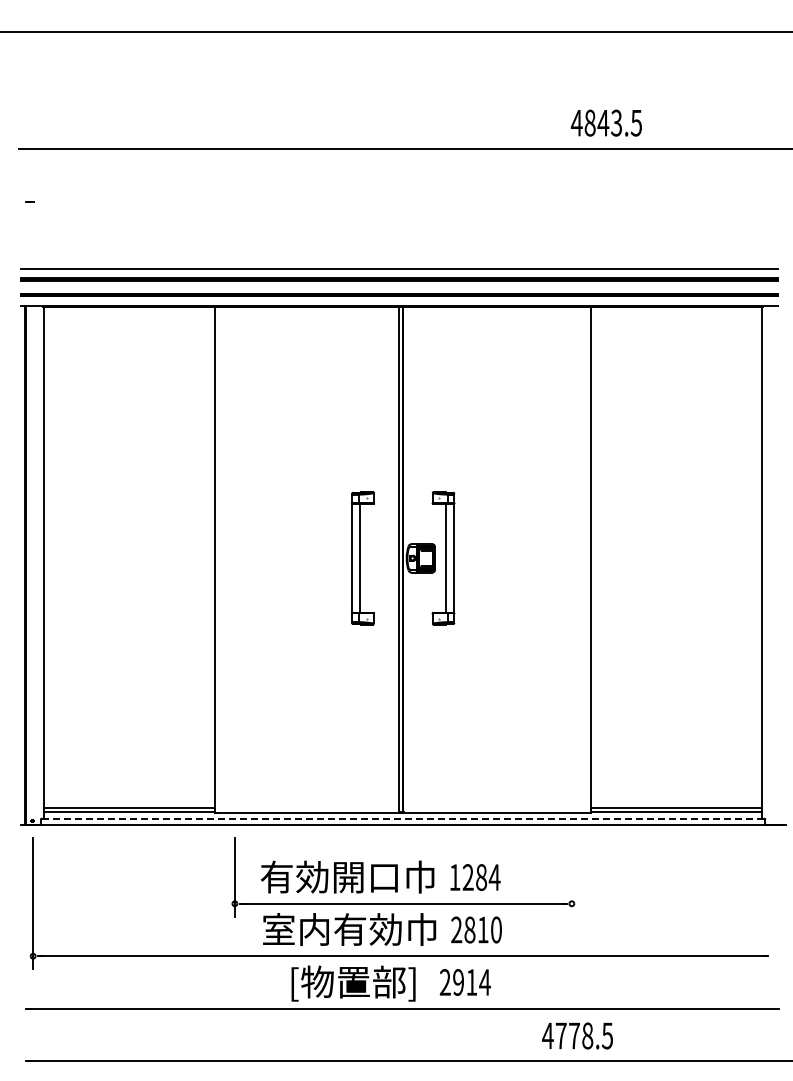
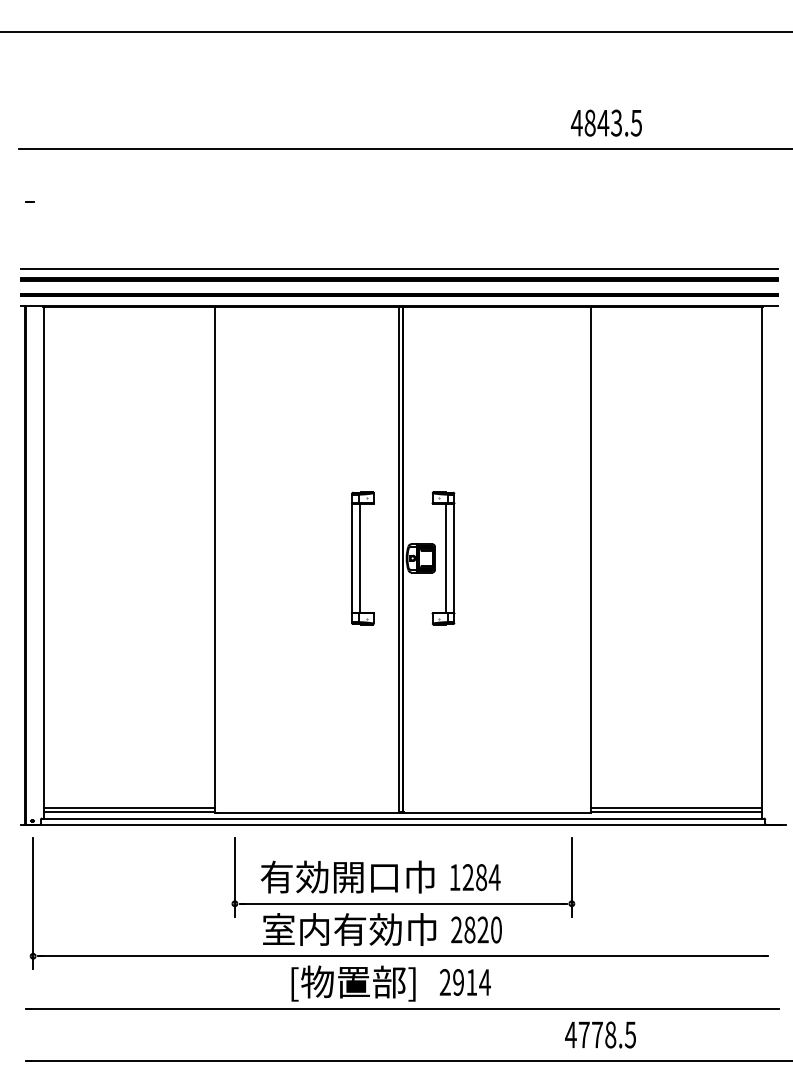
line at (403, 818): dashed -> solid
line at (571, 877): none -> present
text at (482, 929): 2810 -> 2820
text at (577, 1035) position: (577, 1035) -> (600, 1034)
